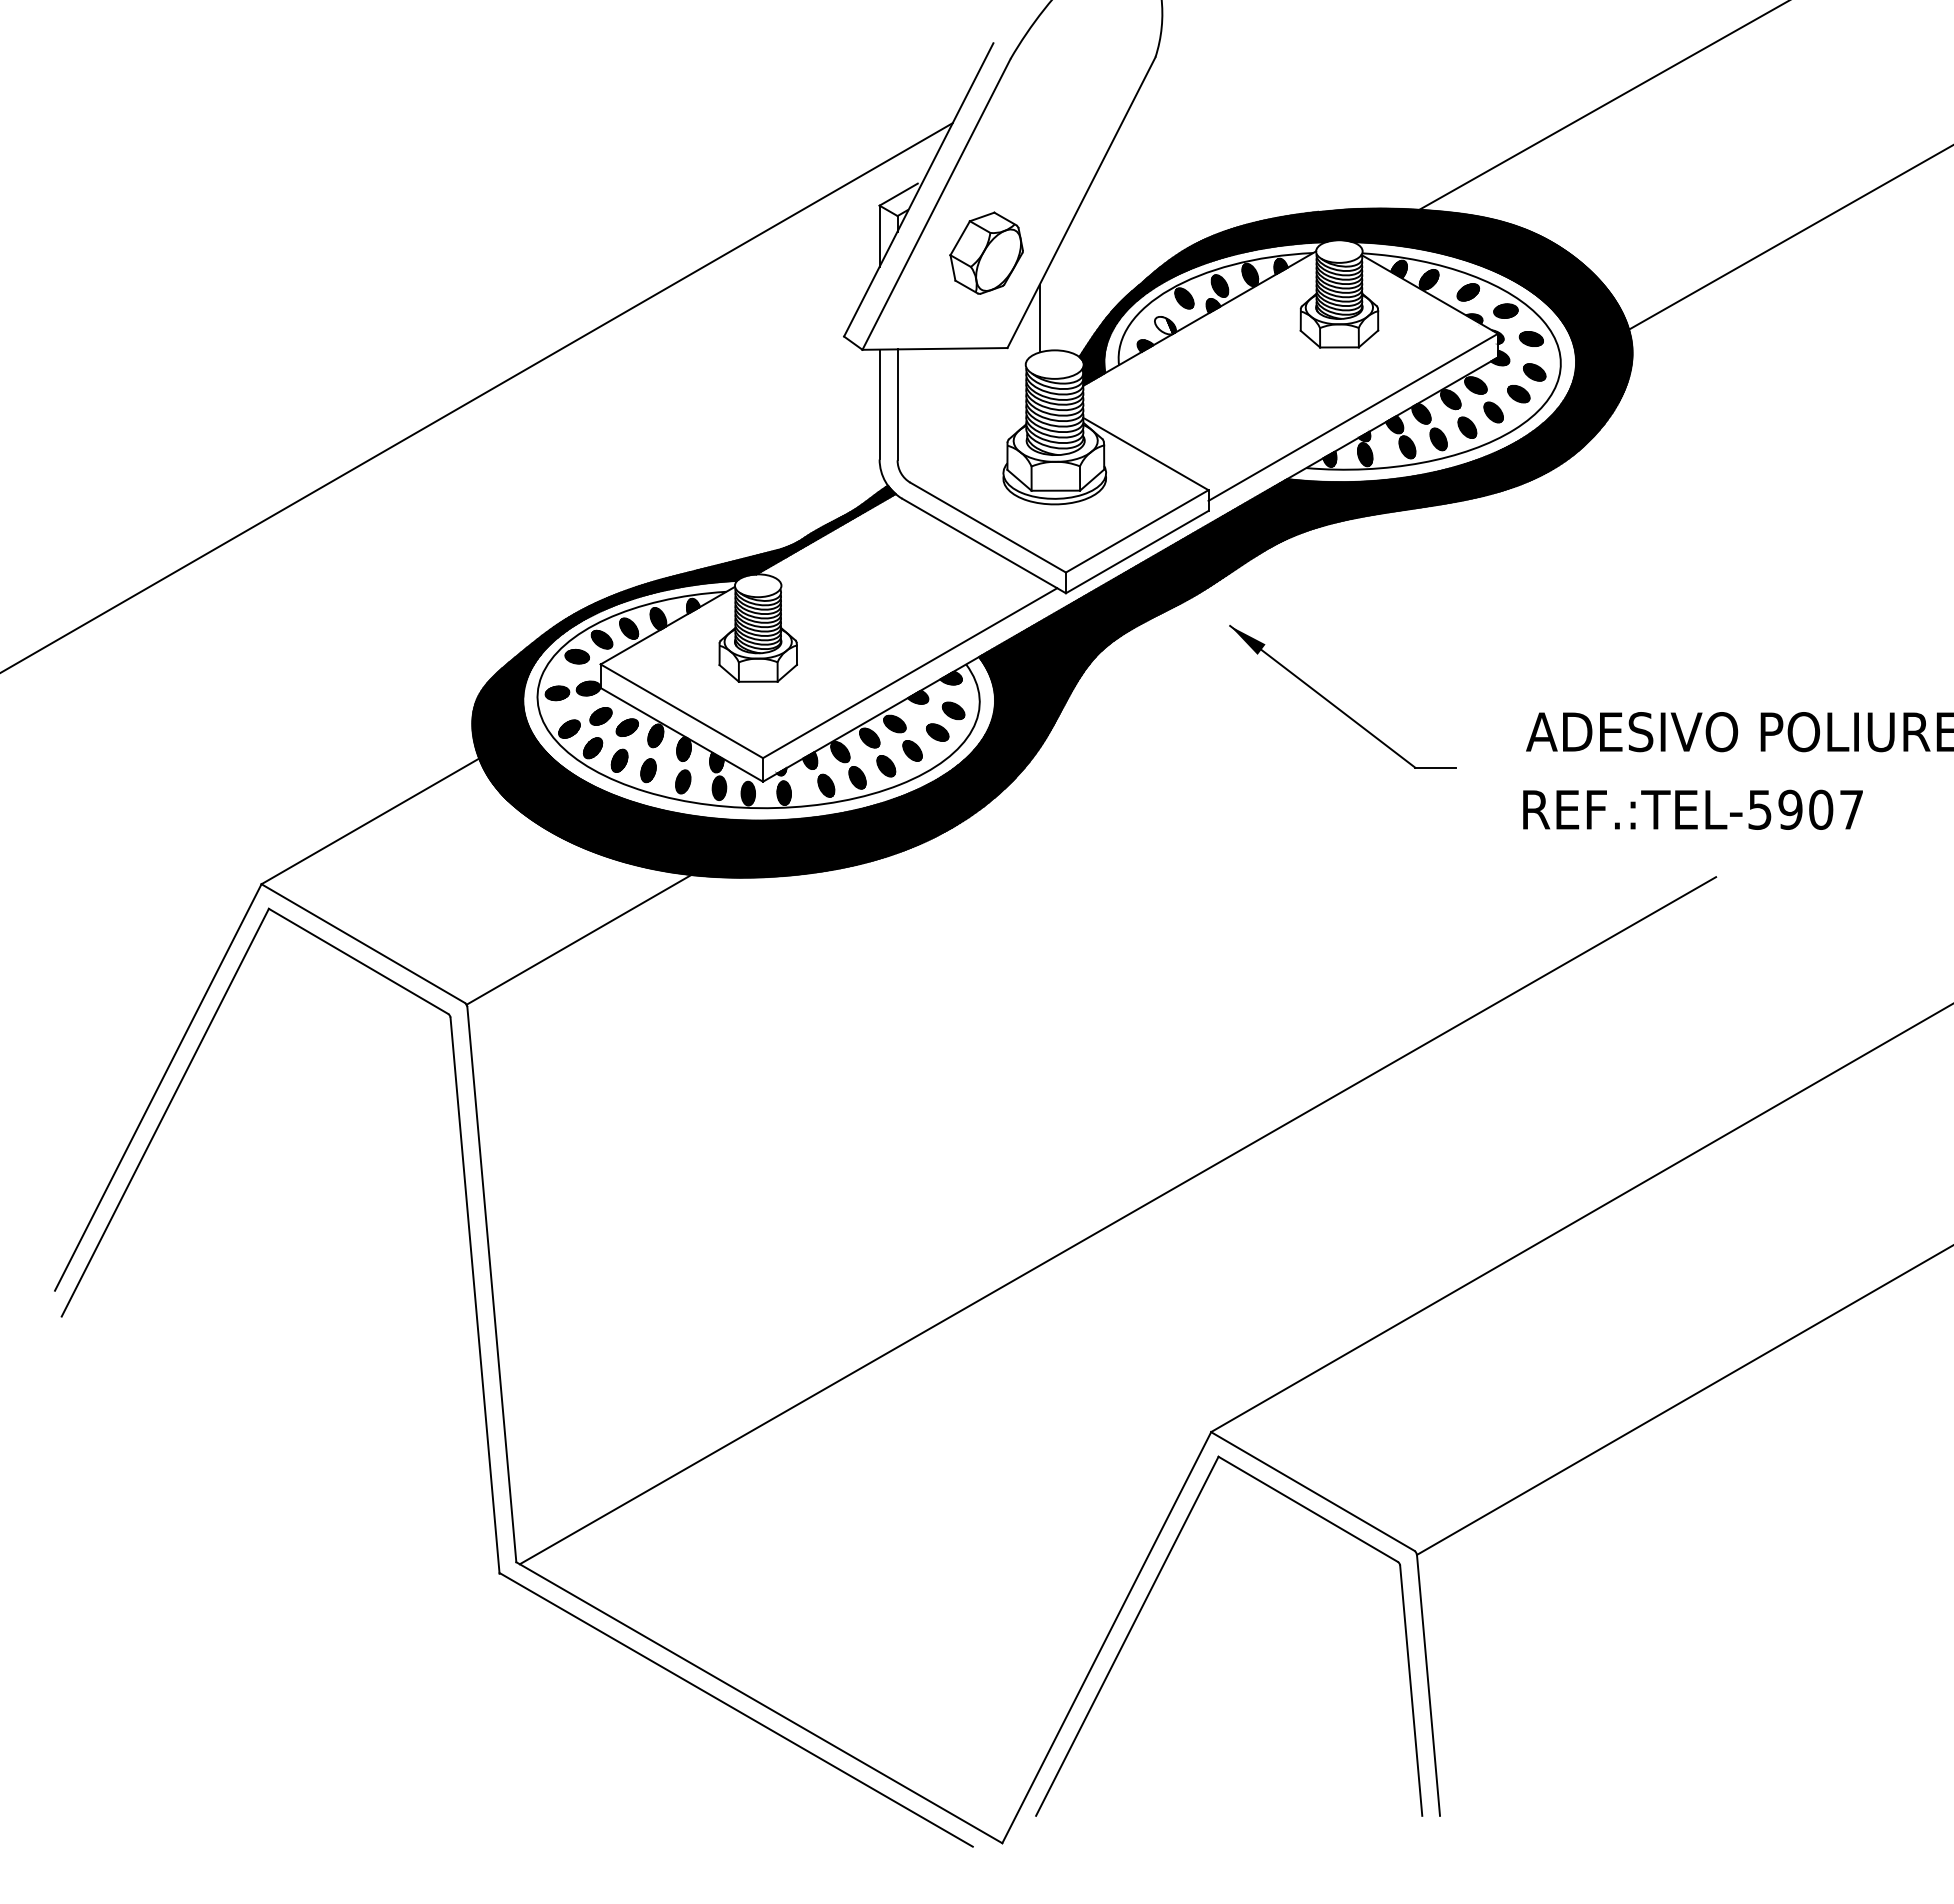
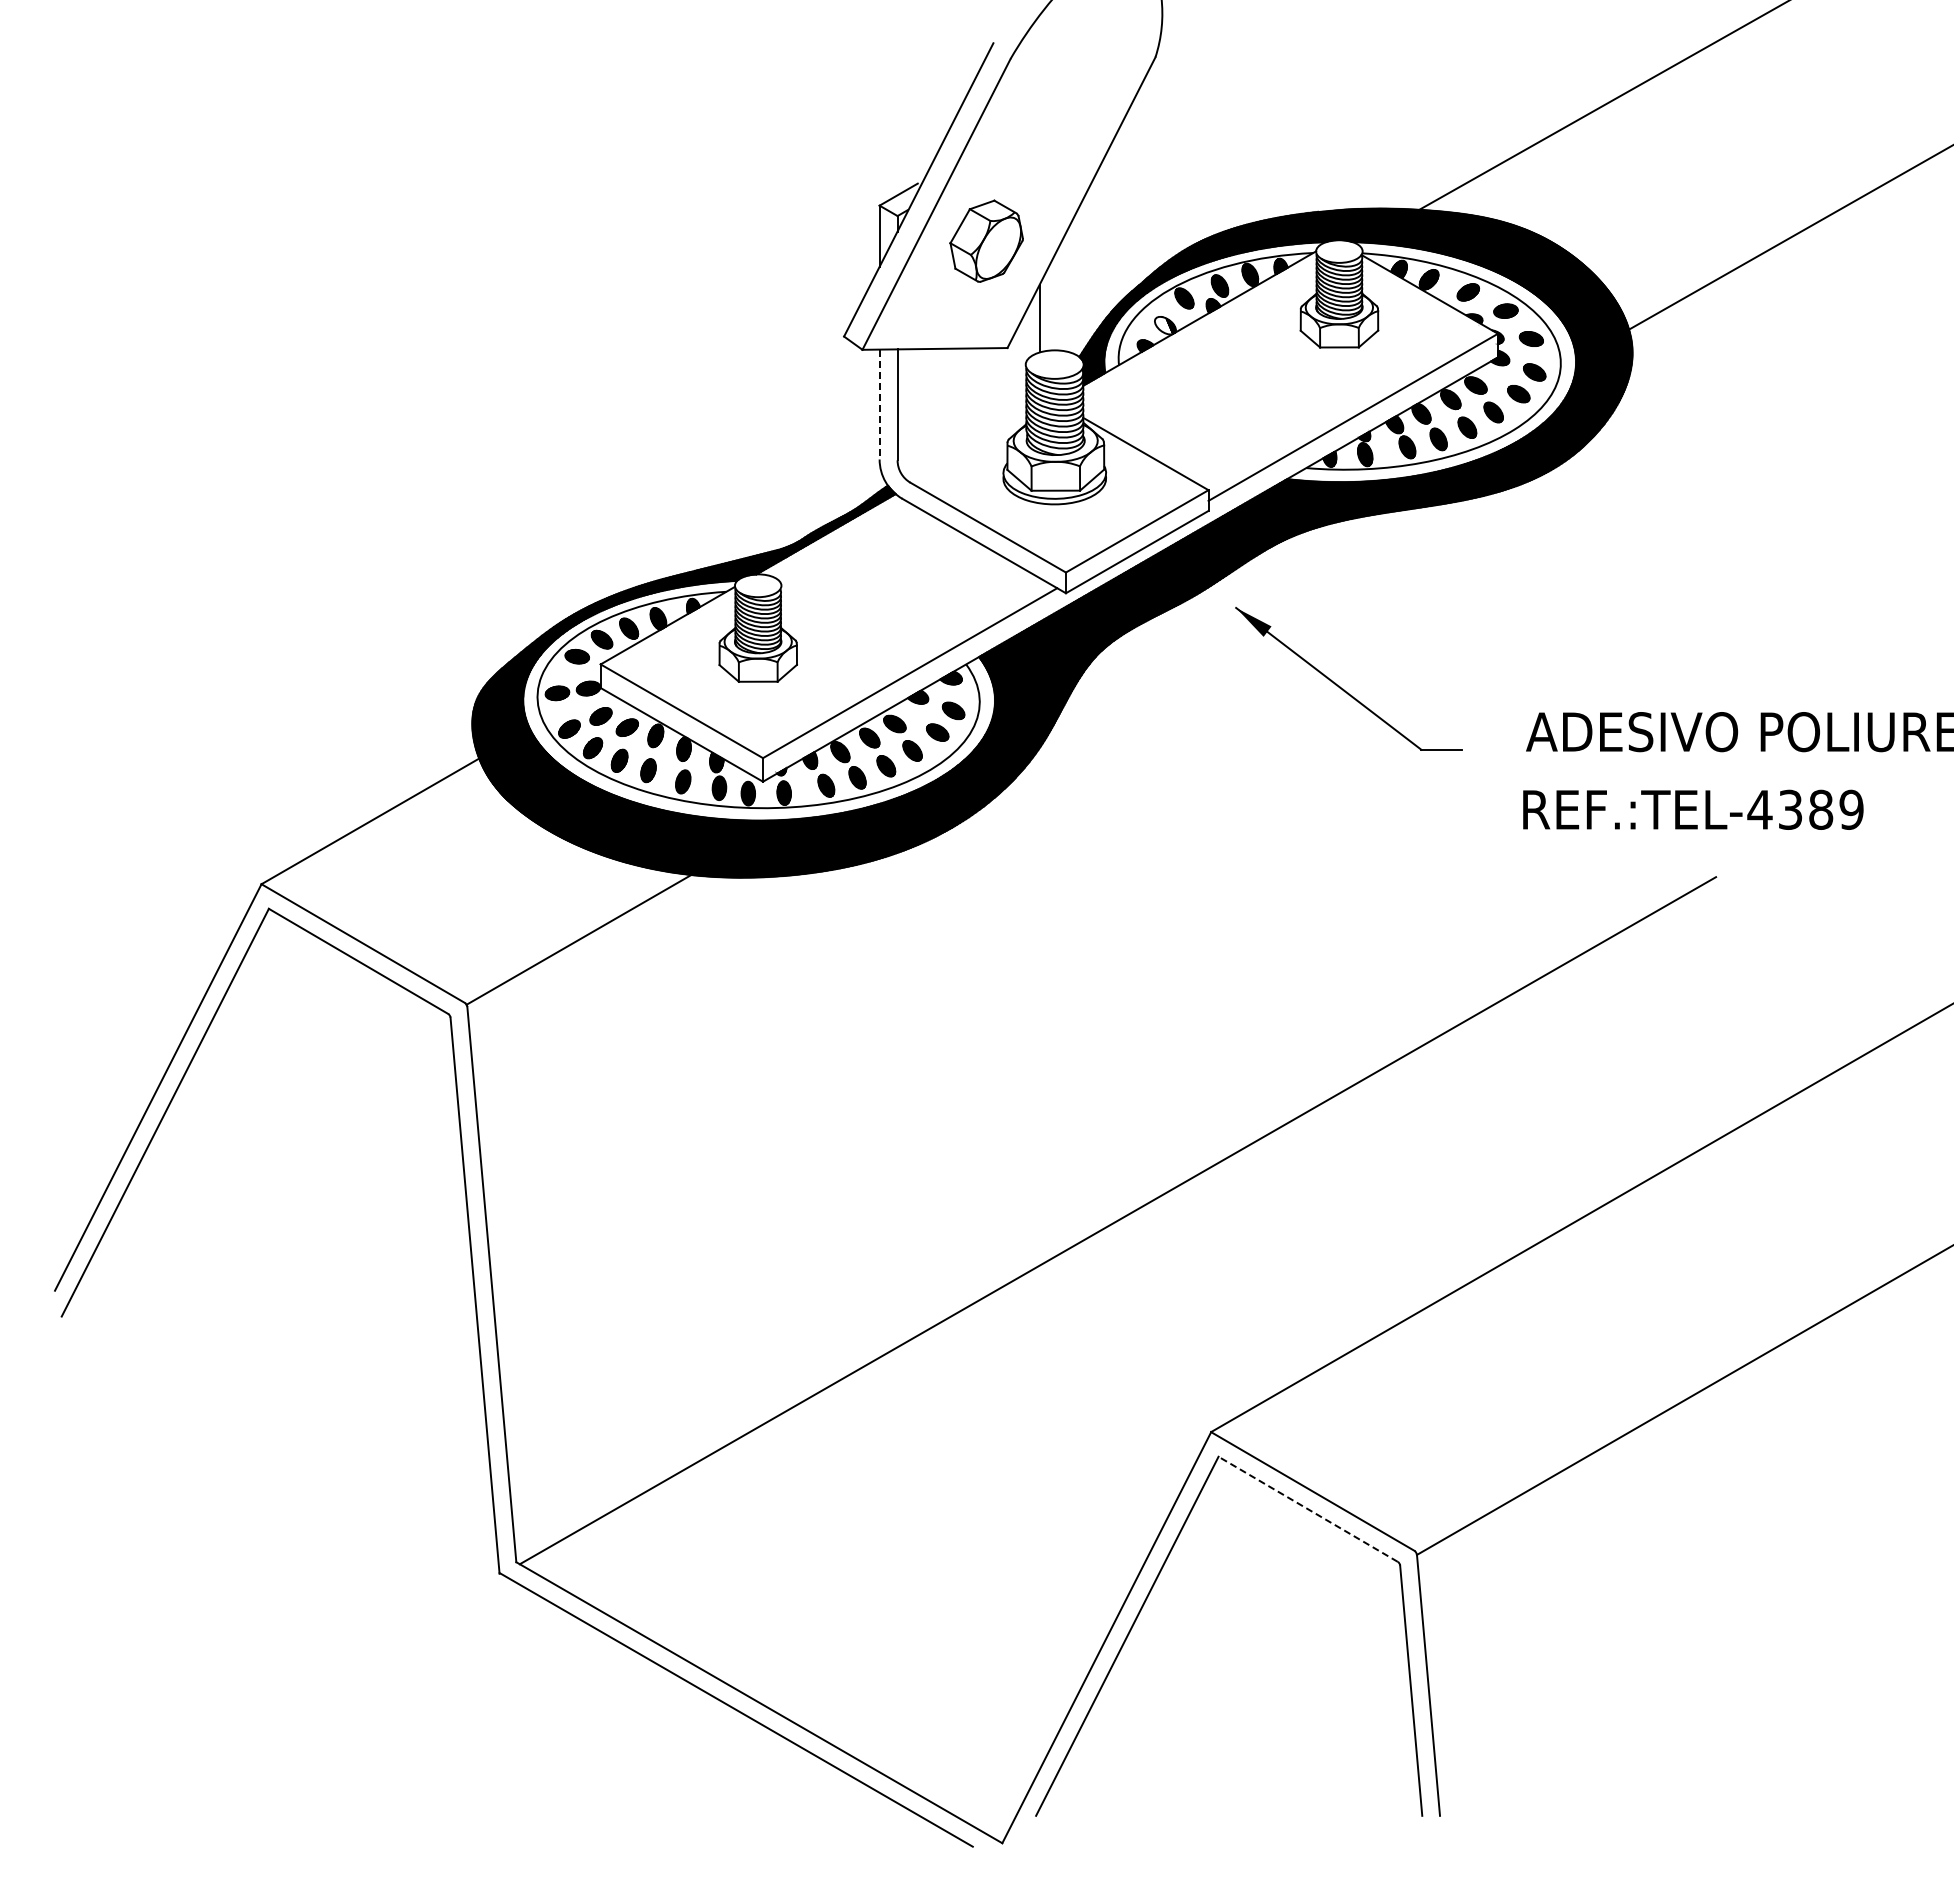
part at (986, 252) position: (986, 252) -> (986, 240)
line at (477, 397): present -> none
line at (879, 404): solid -> dashed
part at (1337, 706) position: (1337, 706) -> (1343, 688)
text at (1805, 809): REF.:TEL-5907 -> REF.:TEL-4389
line at (1308, 1509): solid -> dashed
